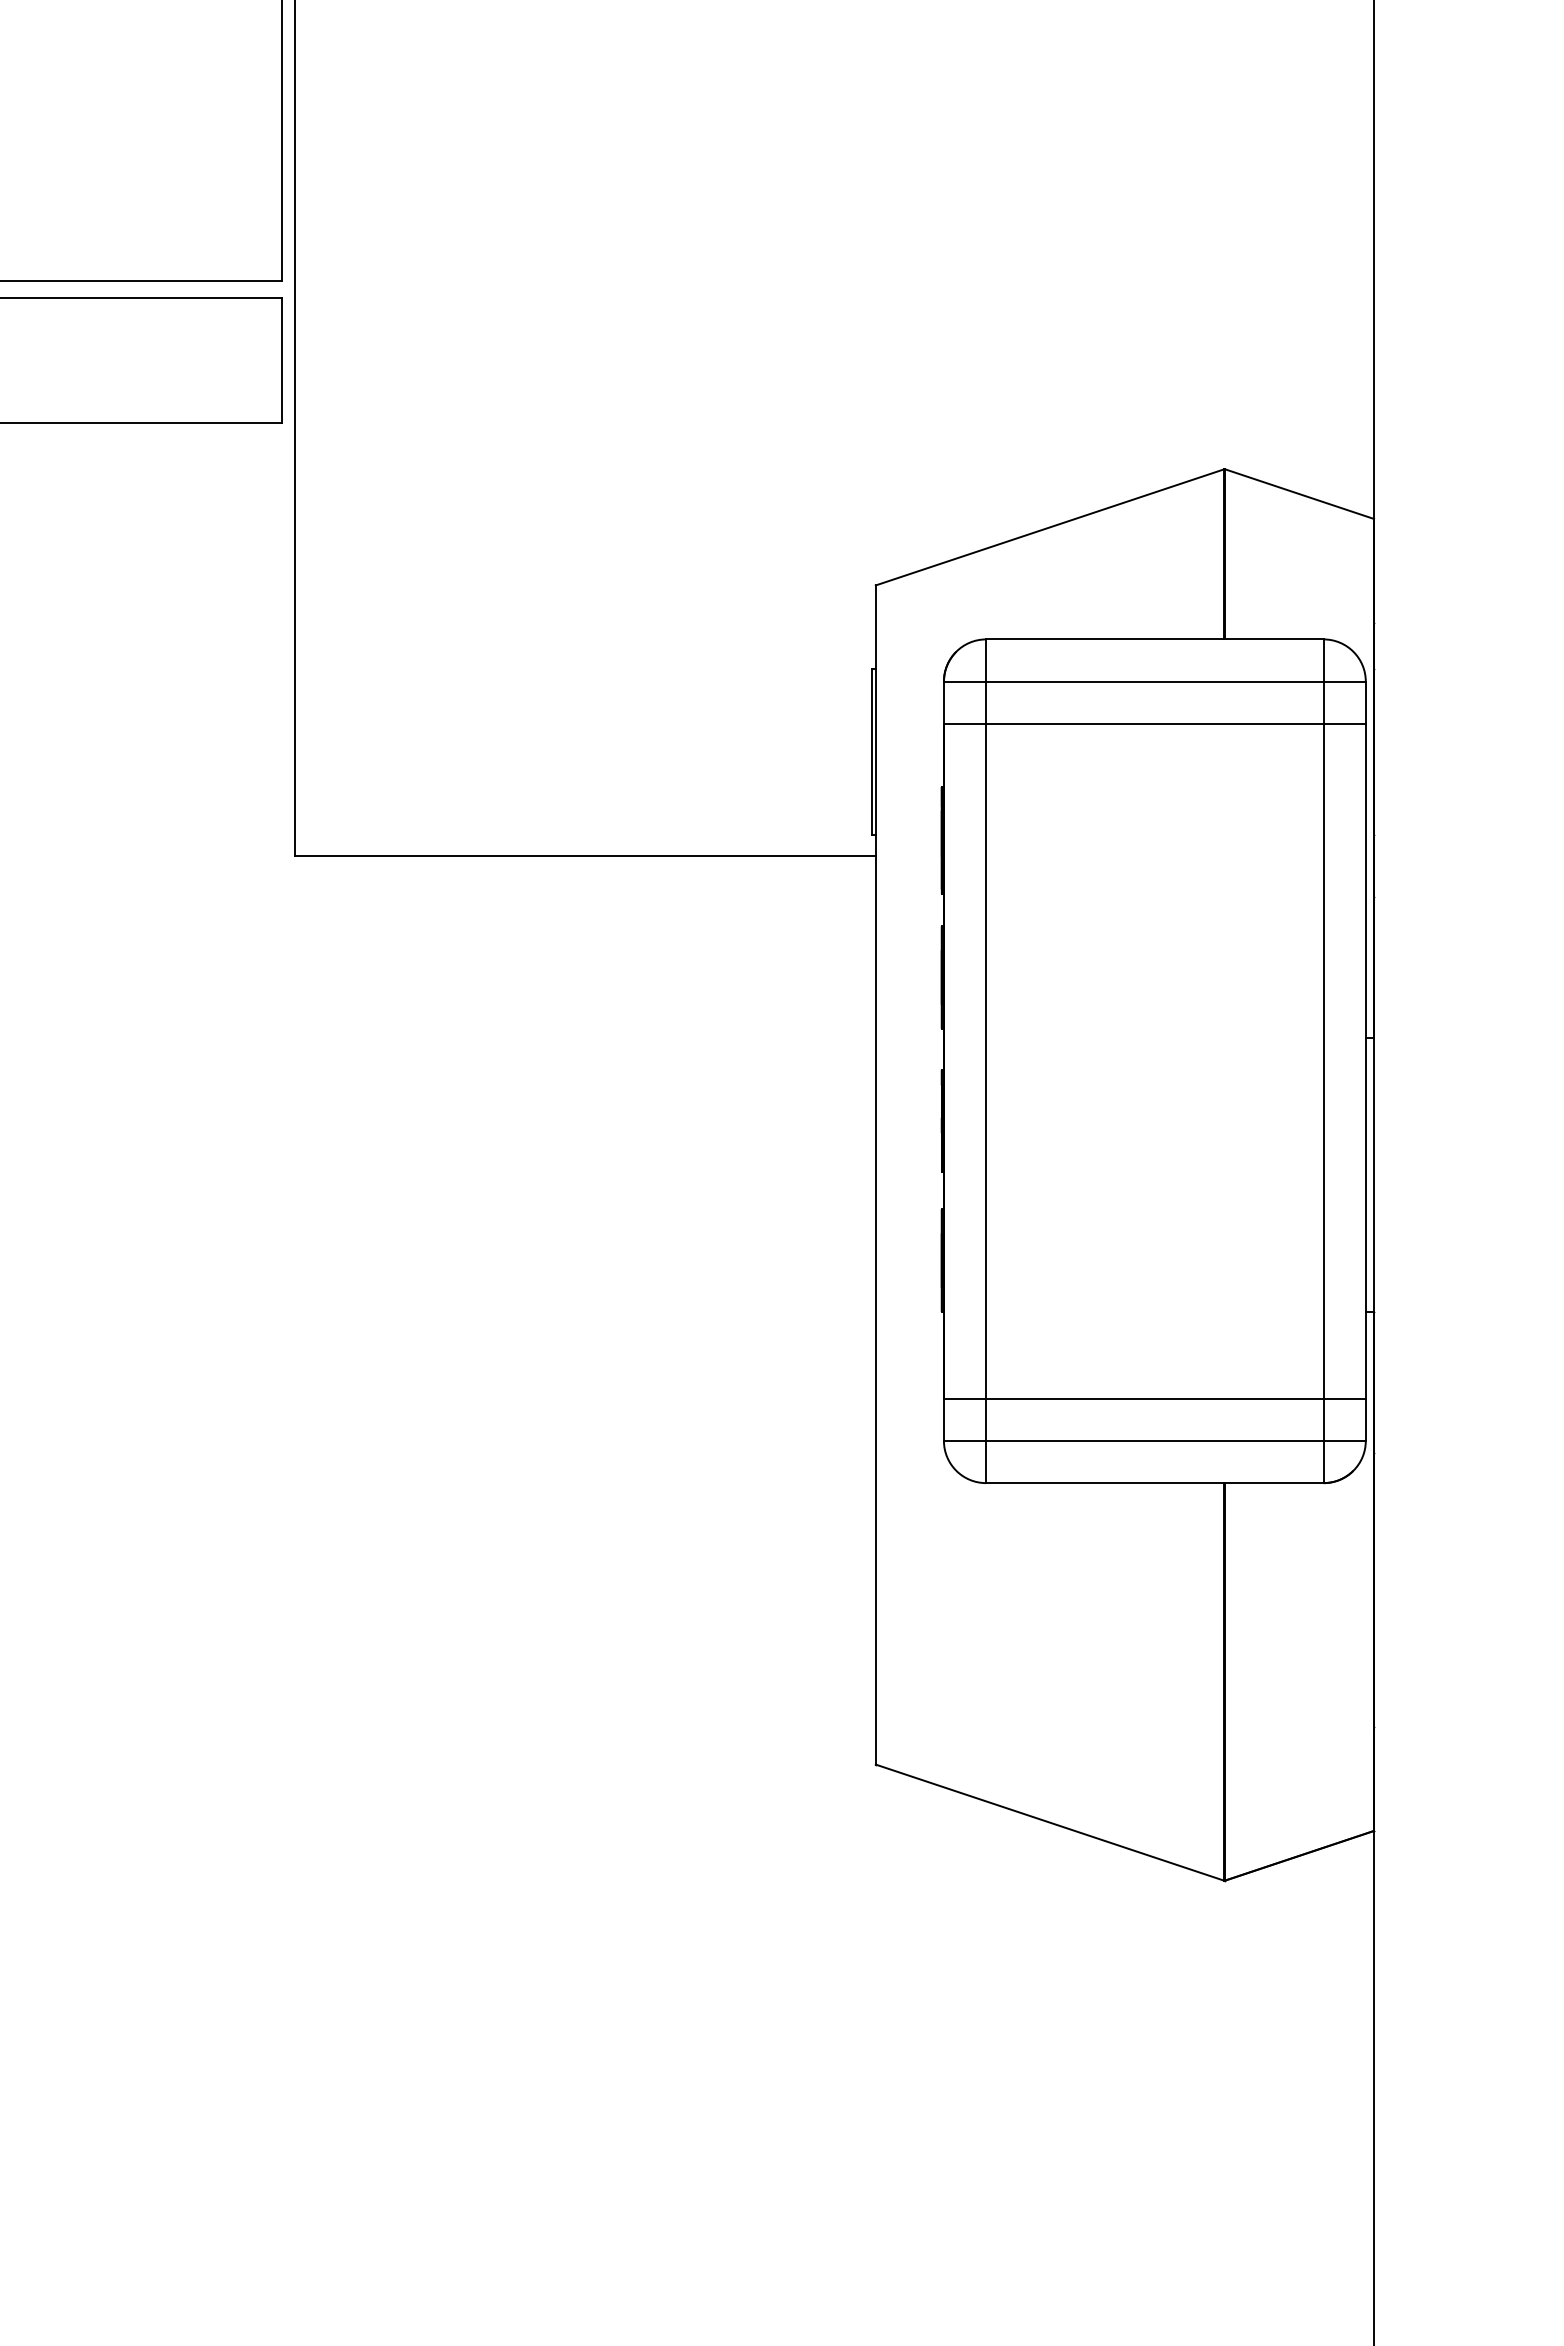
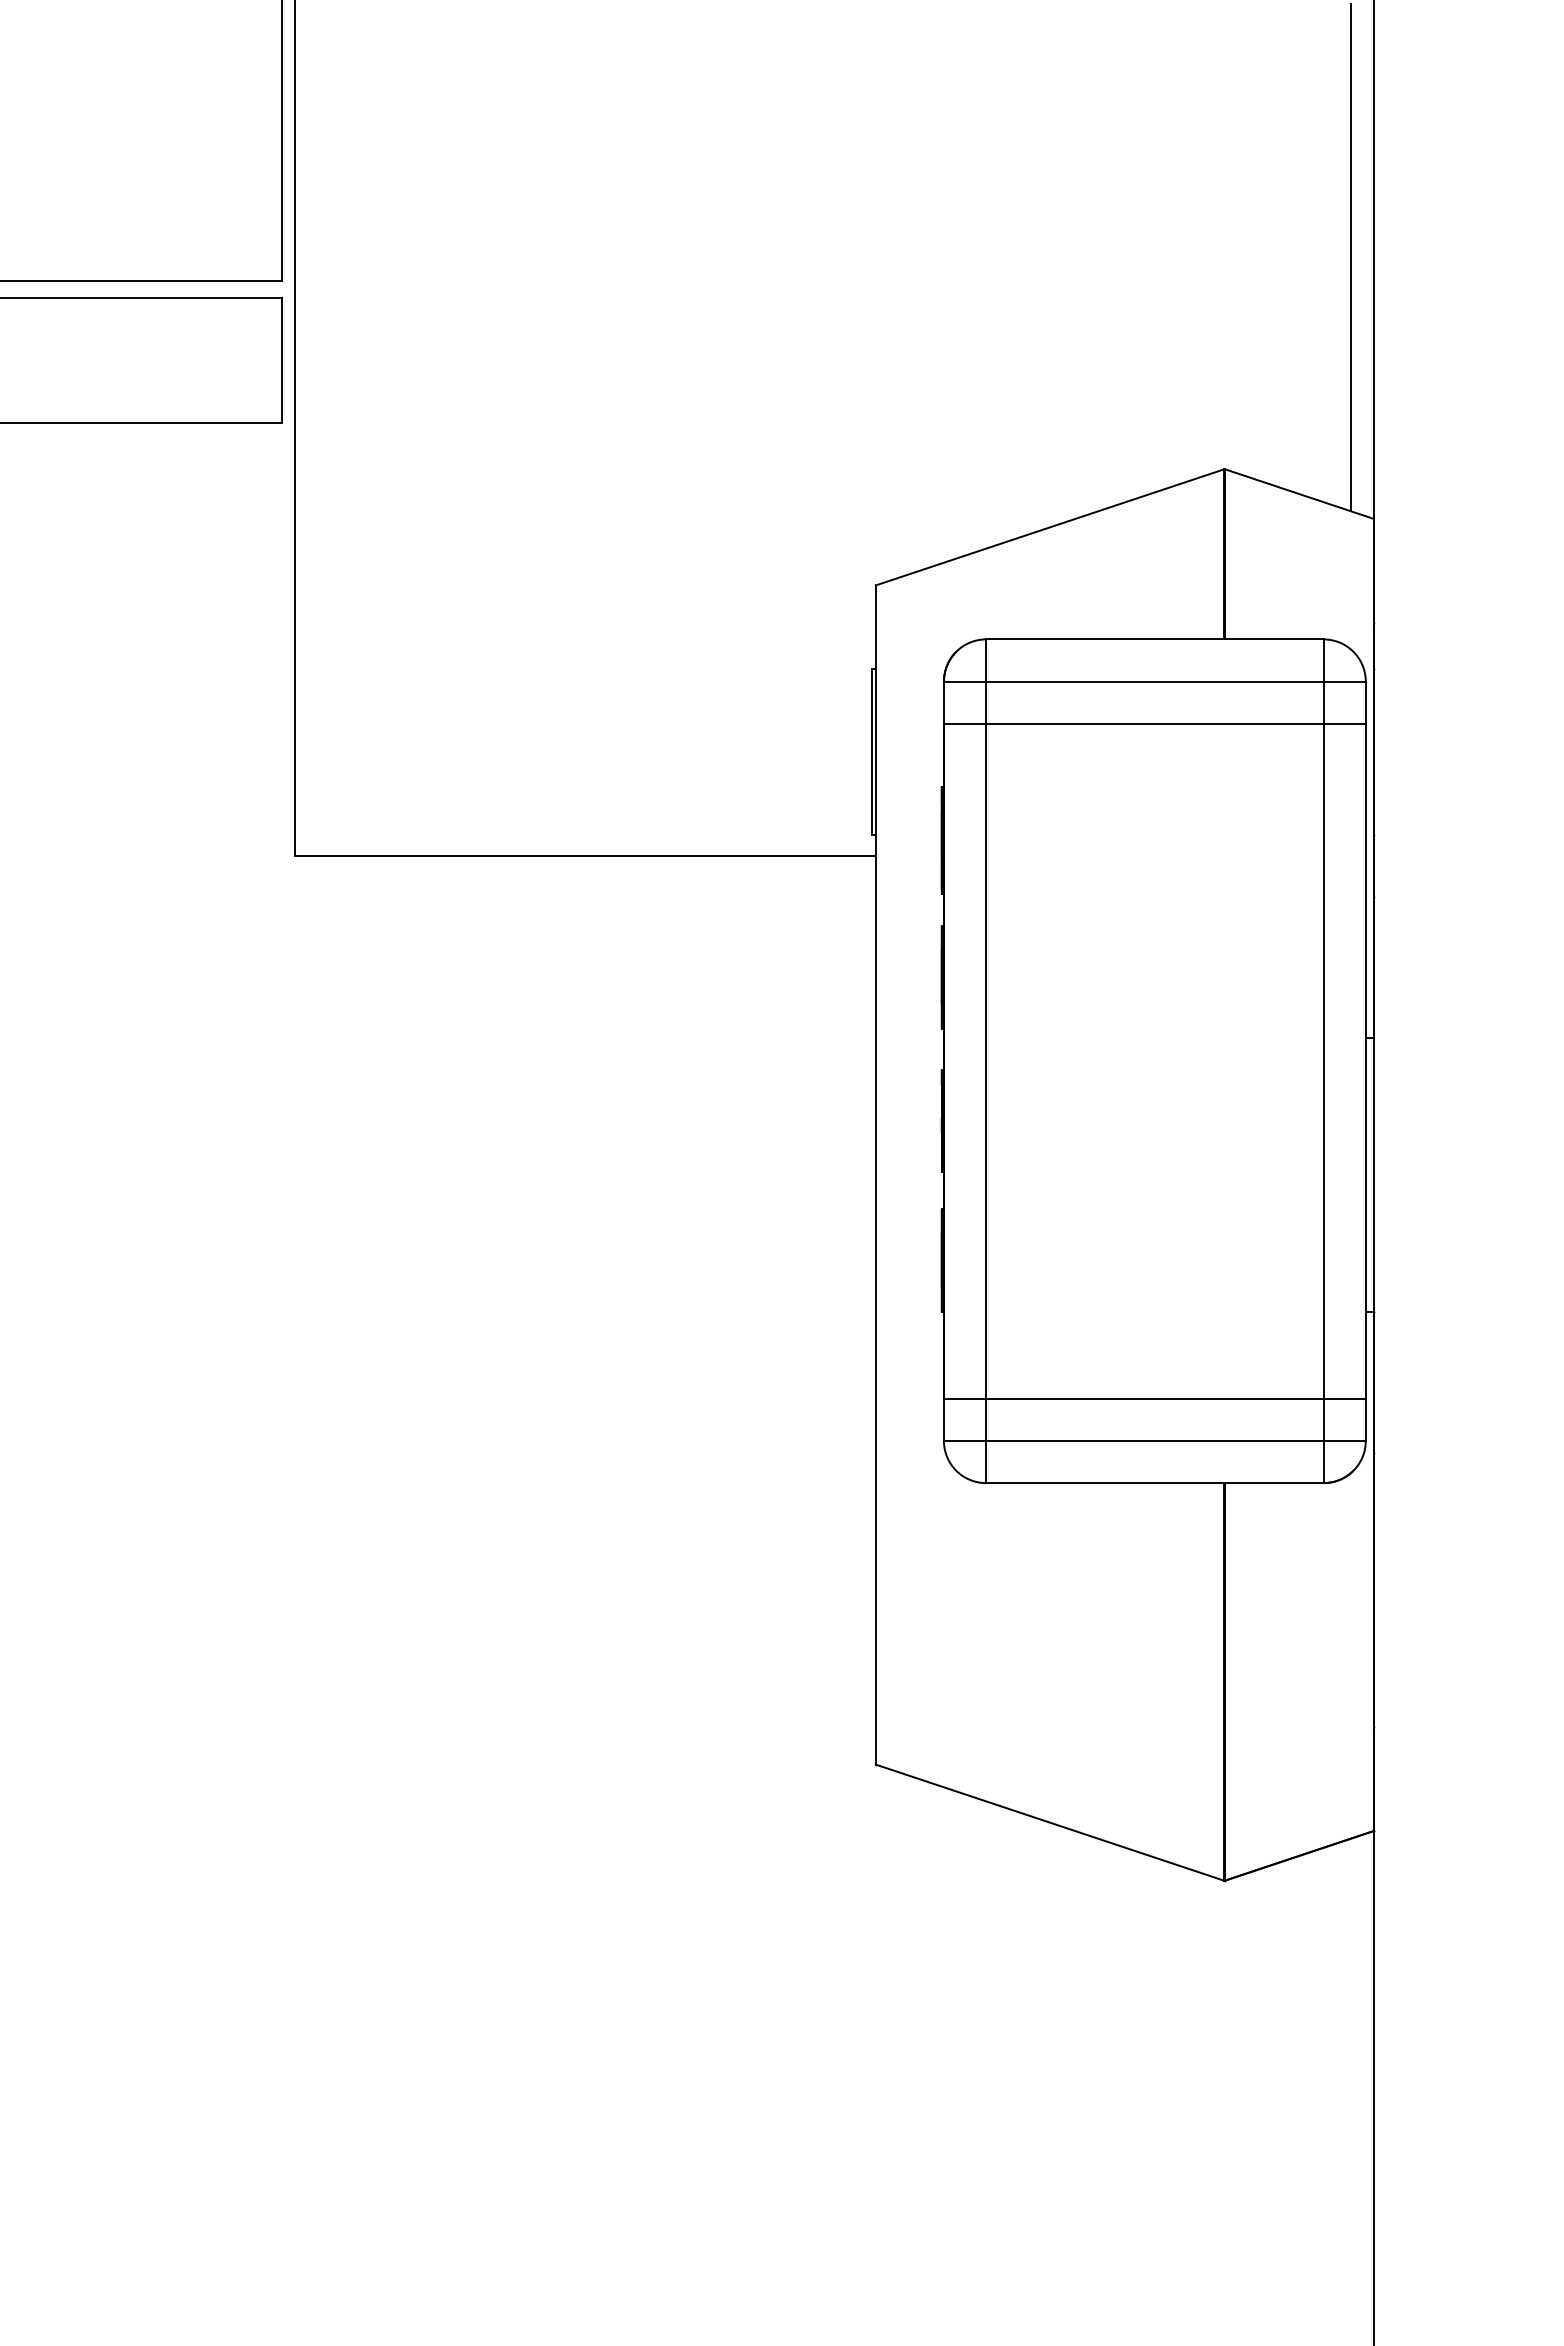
line at (1351, 257): none -> present
